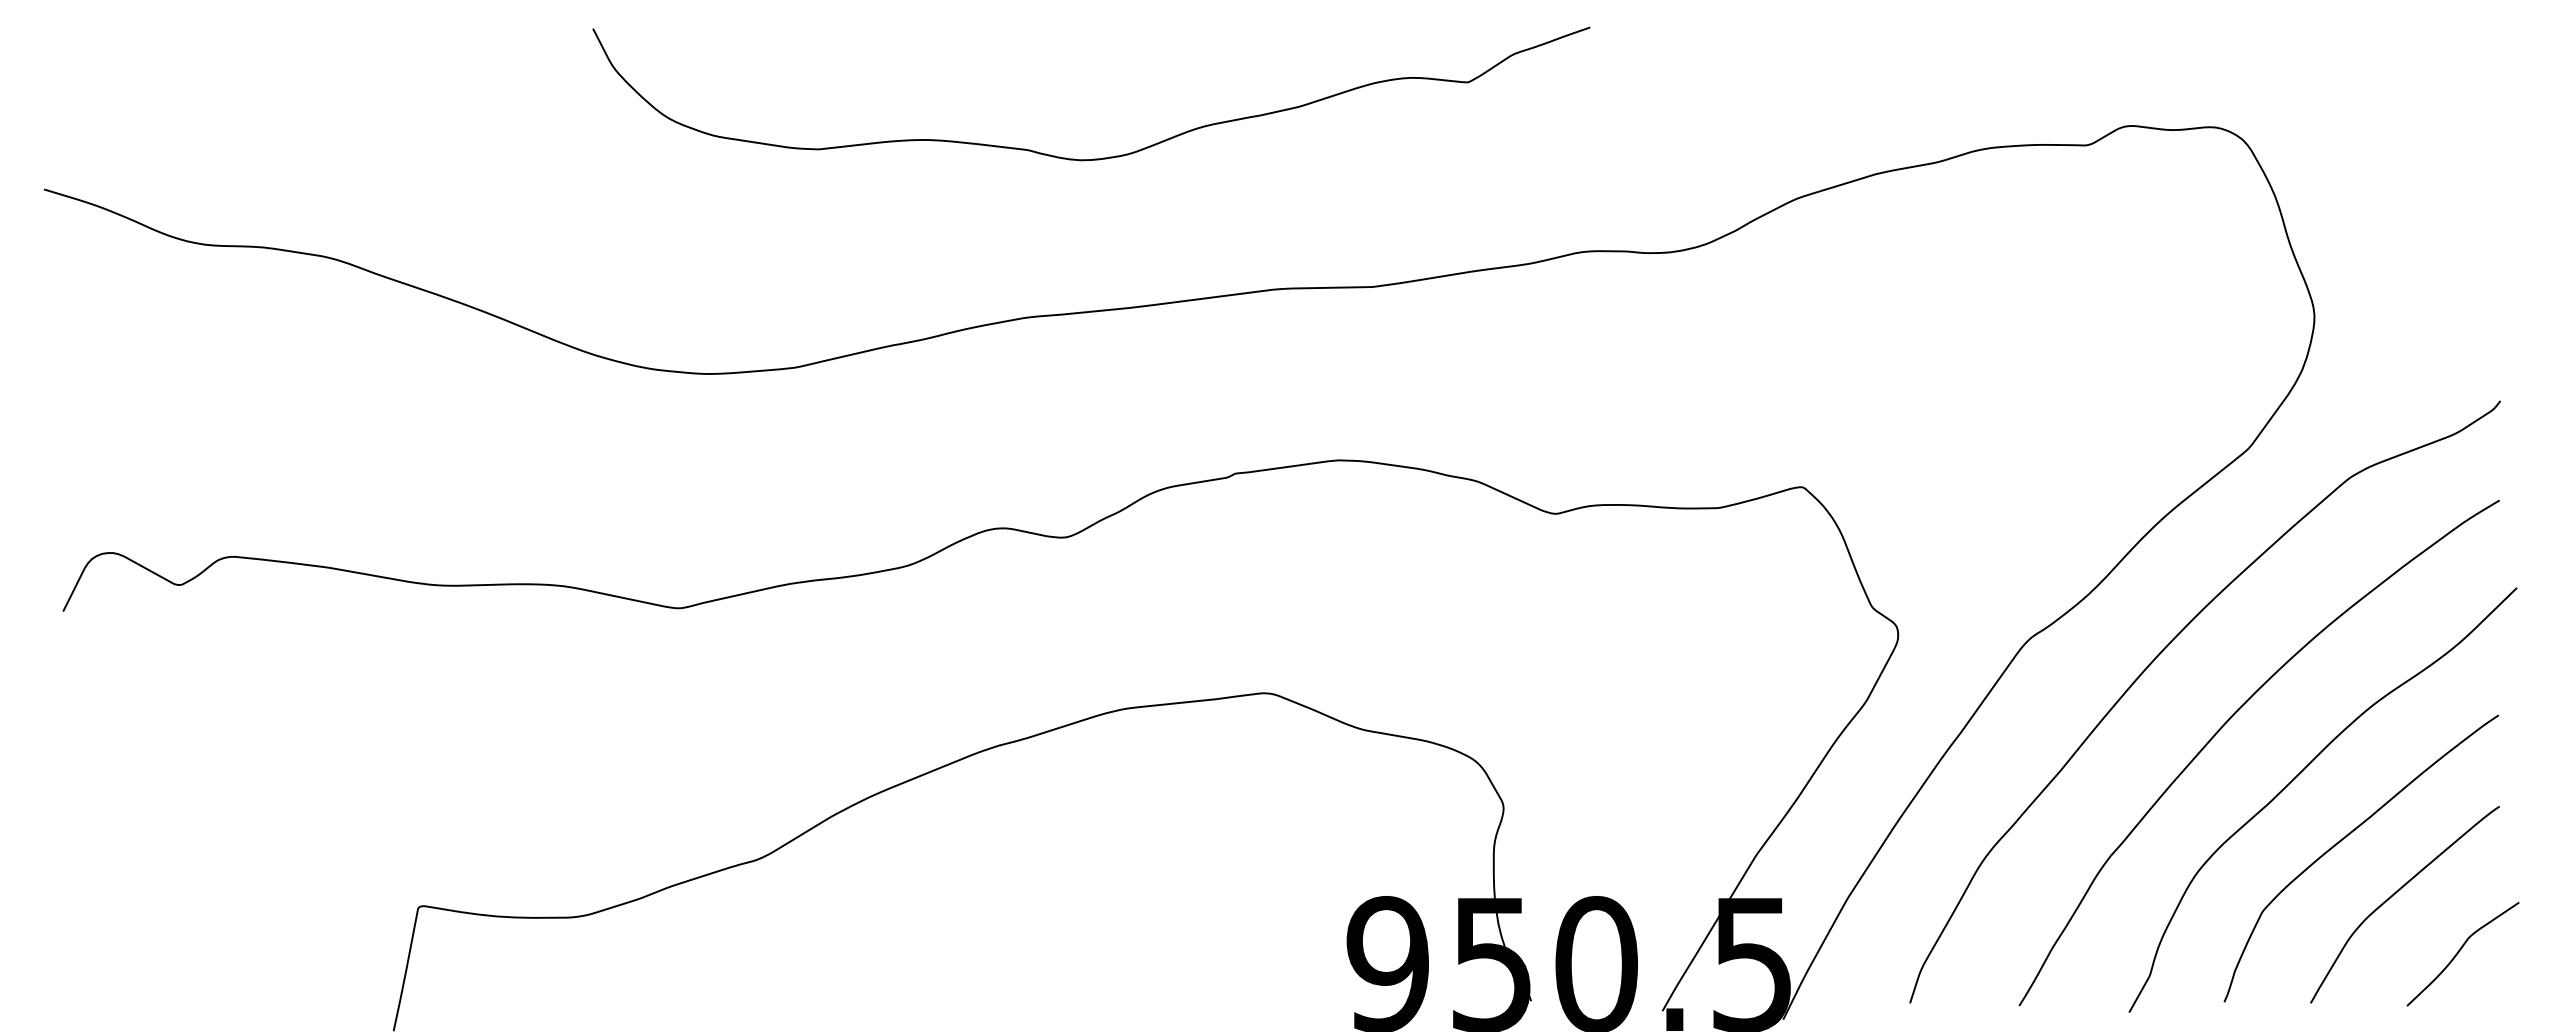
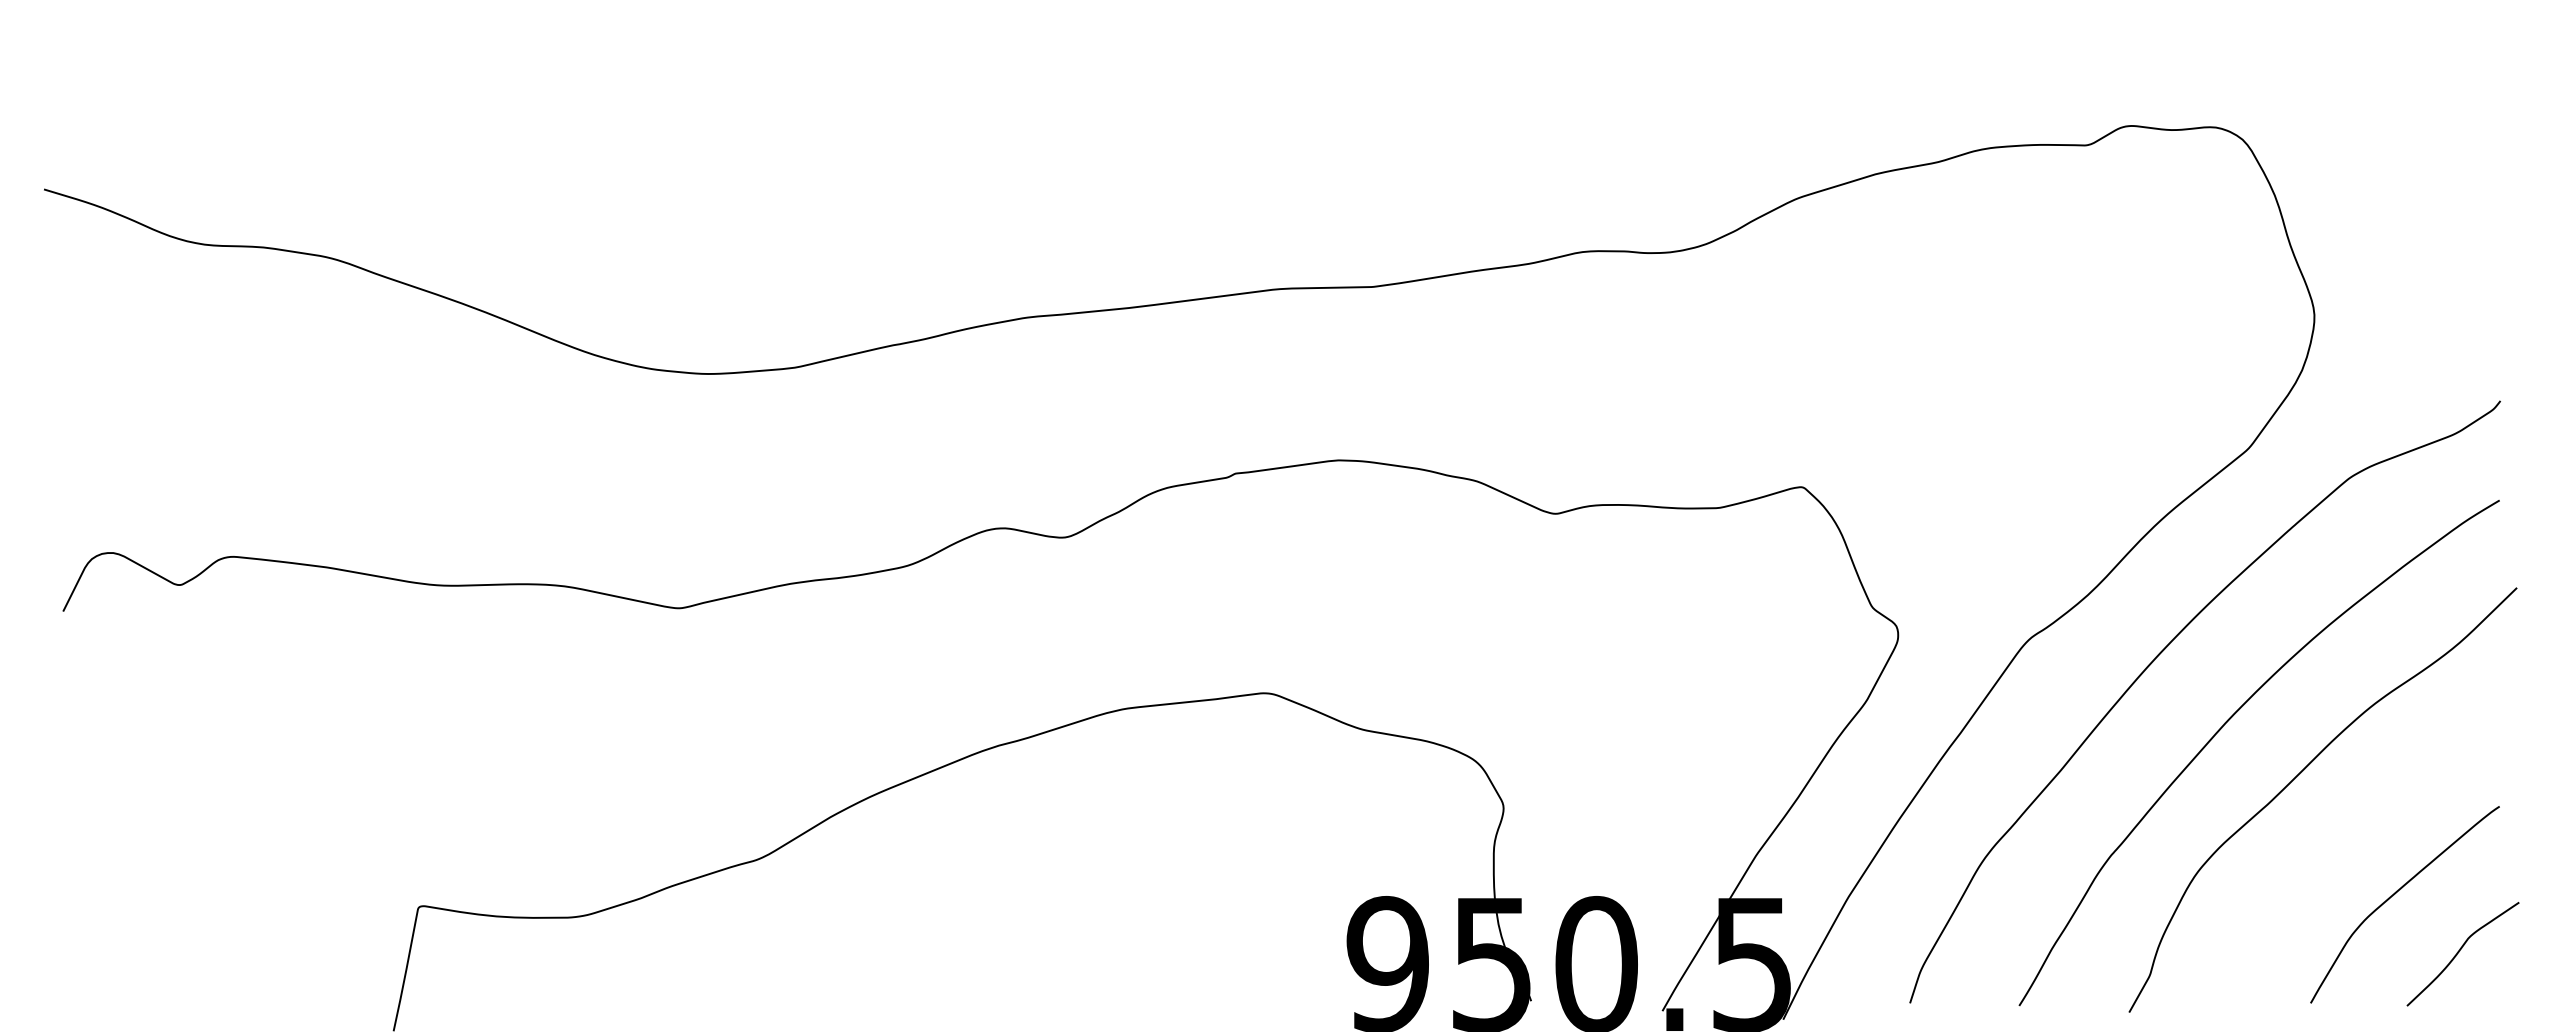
curve at (1093, 158): present -> none
curve at (2345, 838): present -> none
